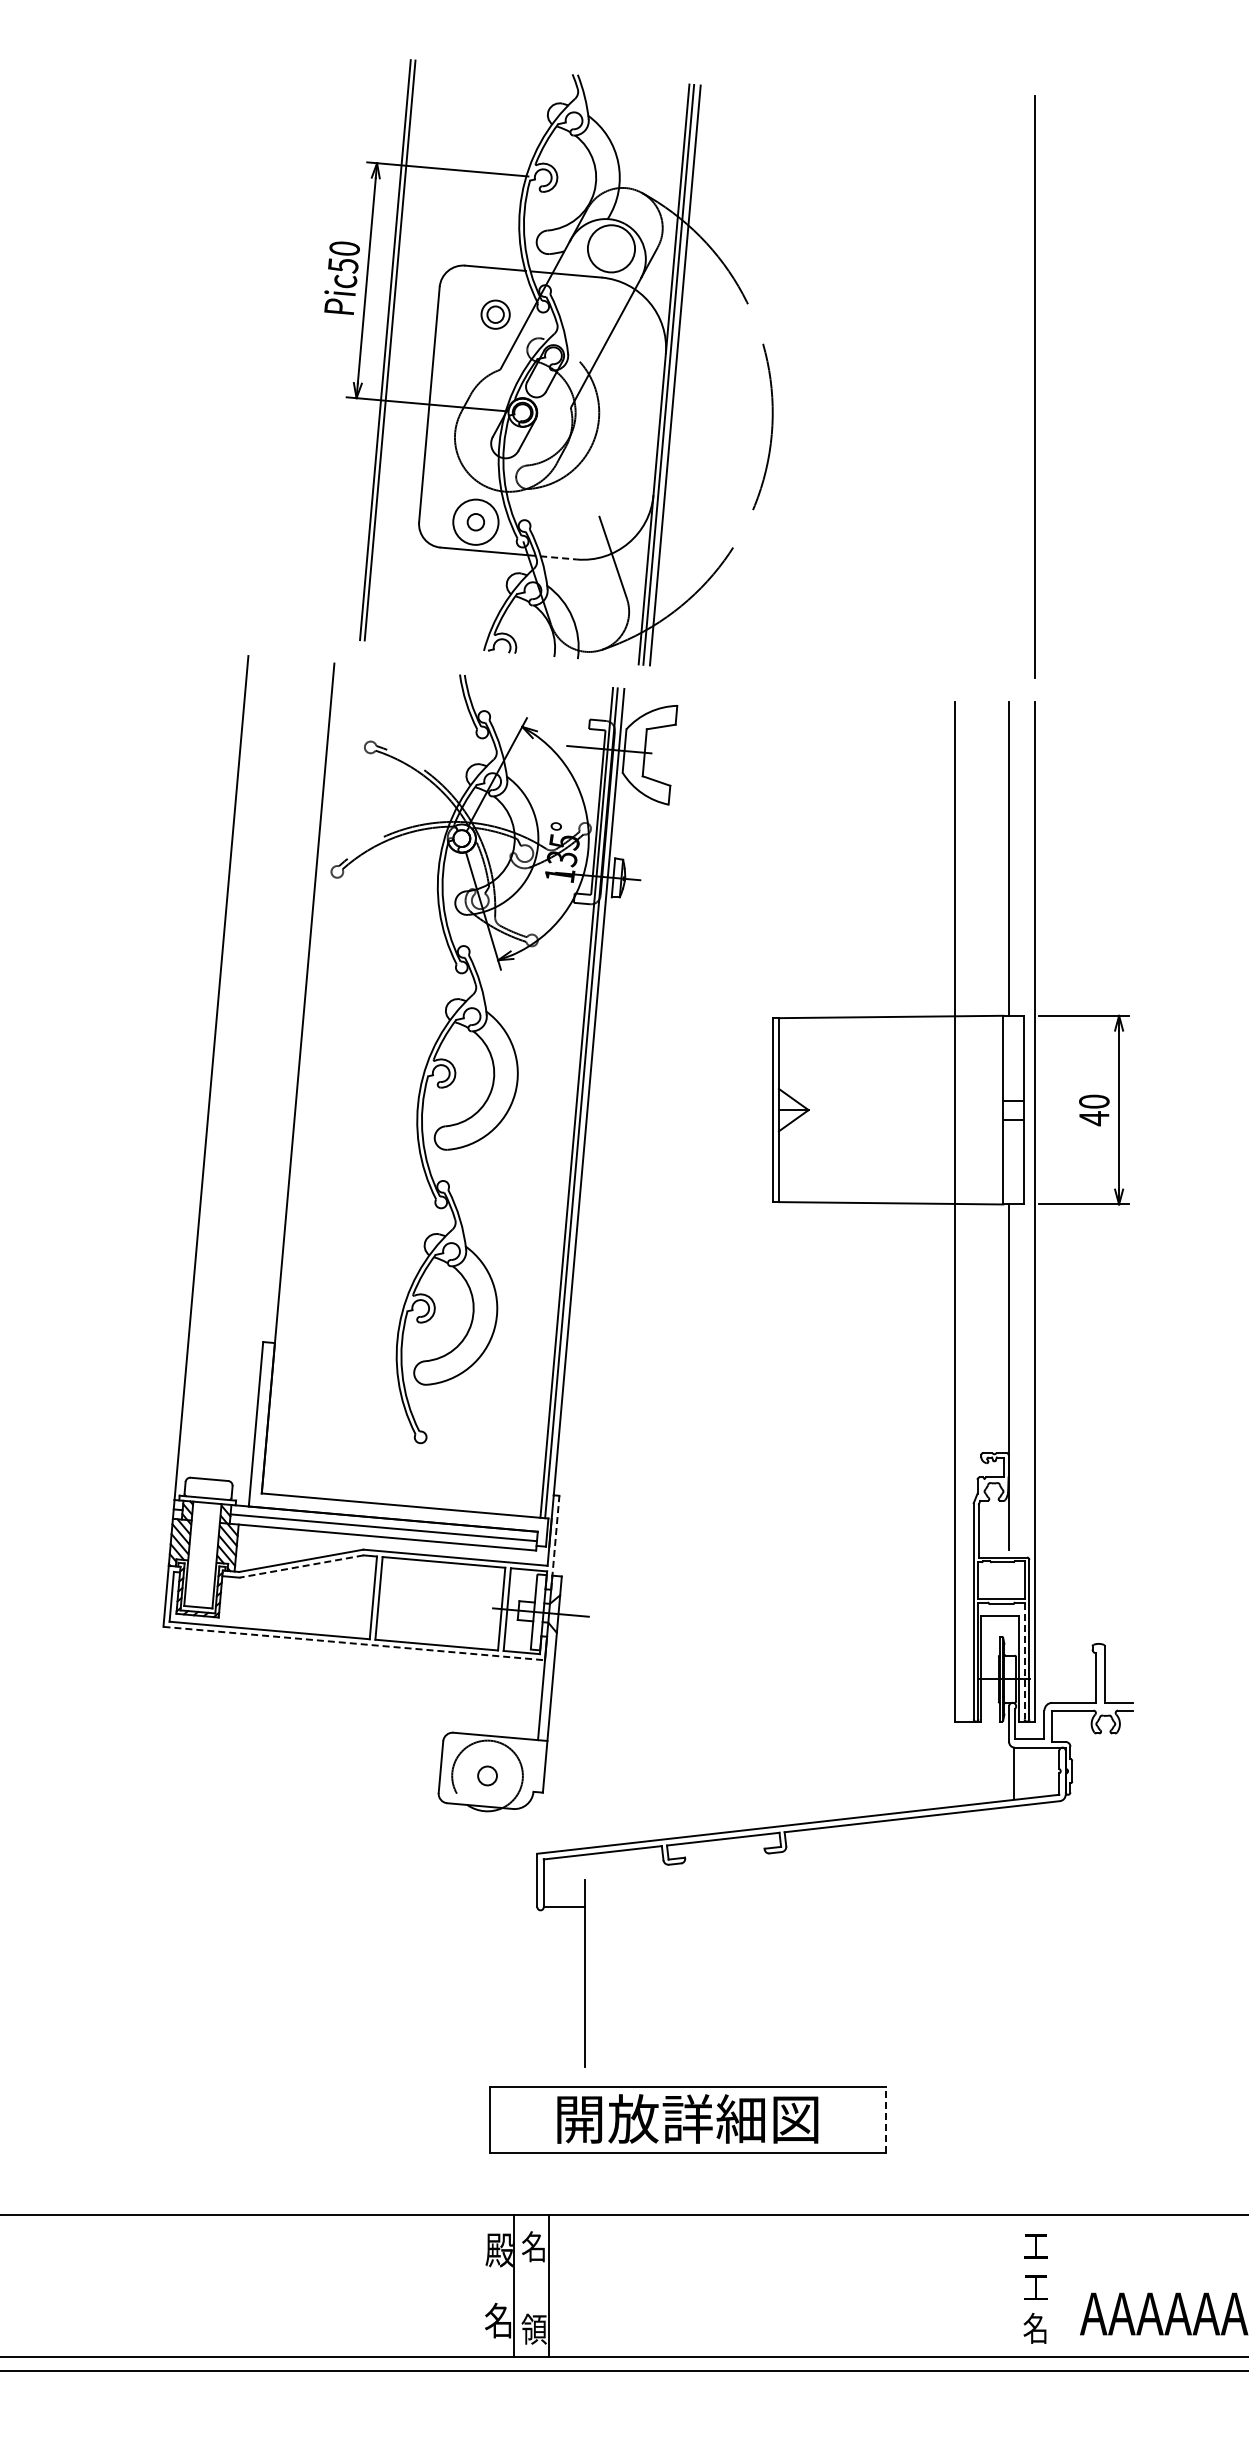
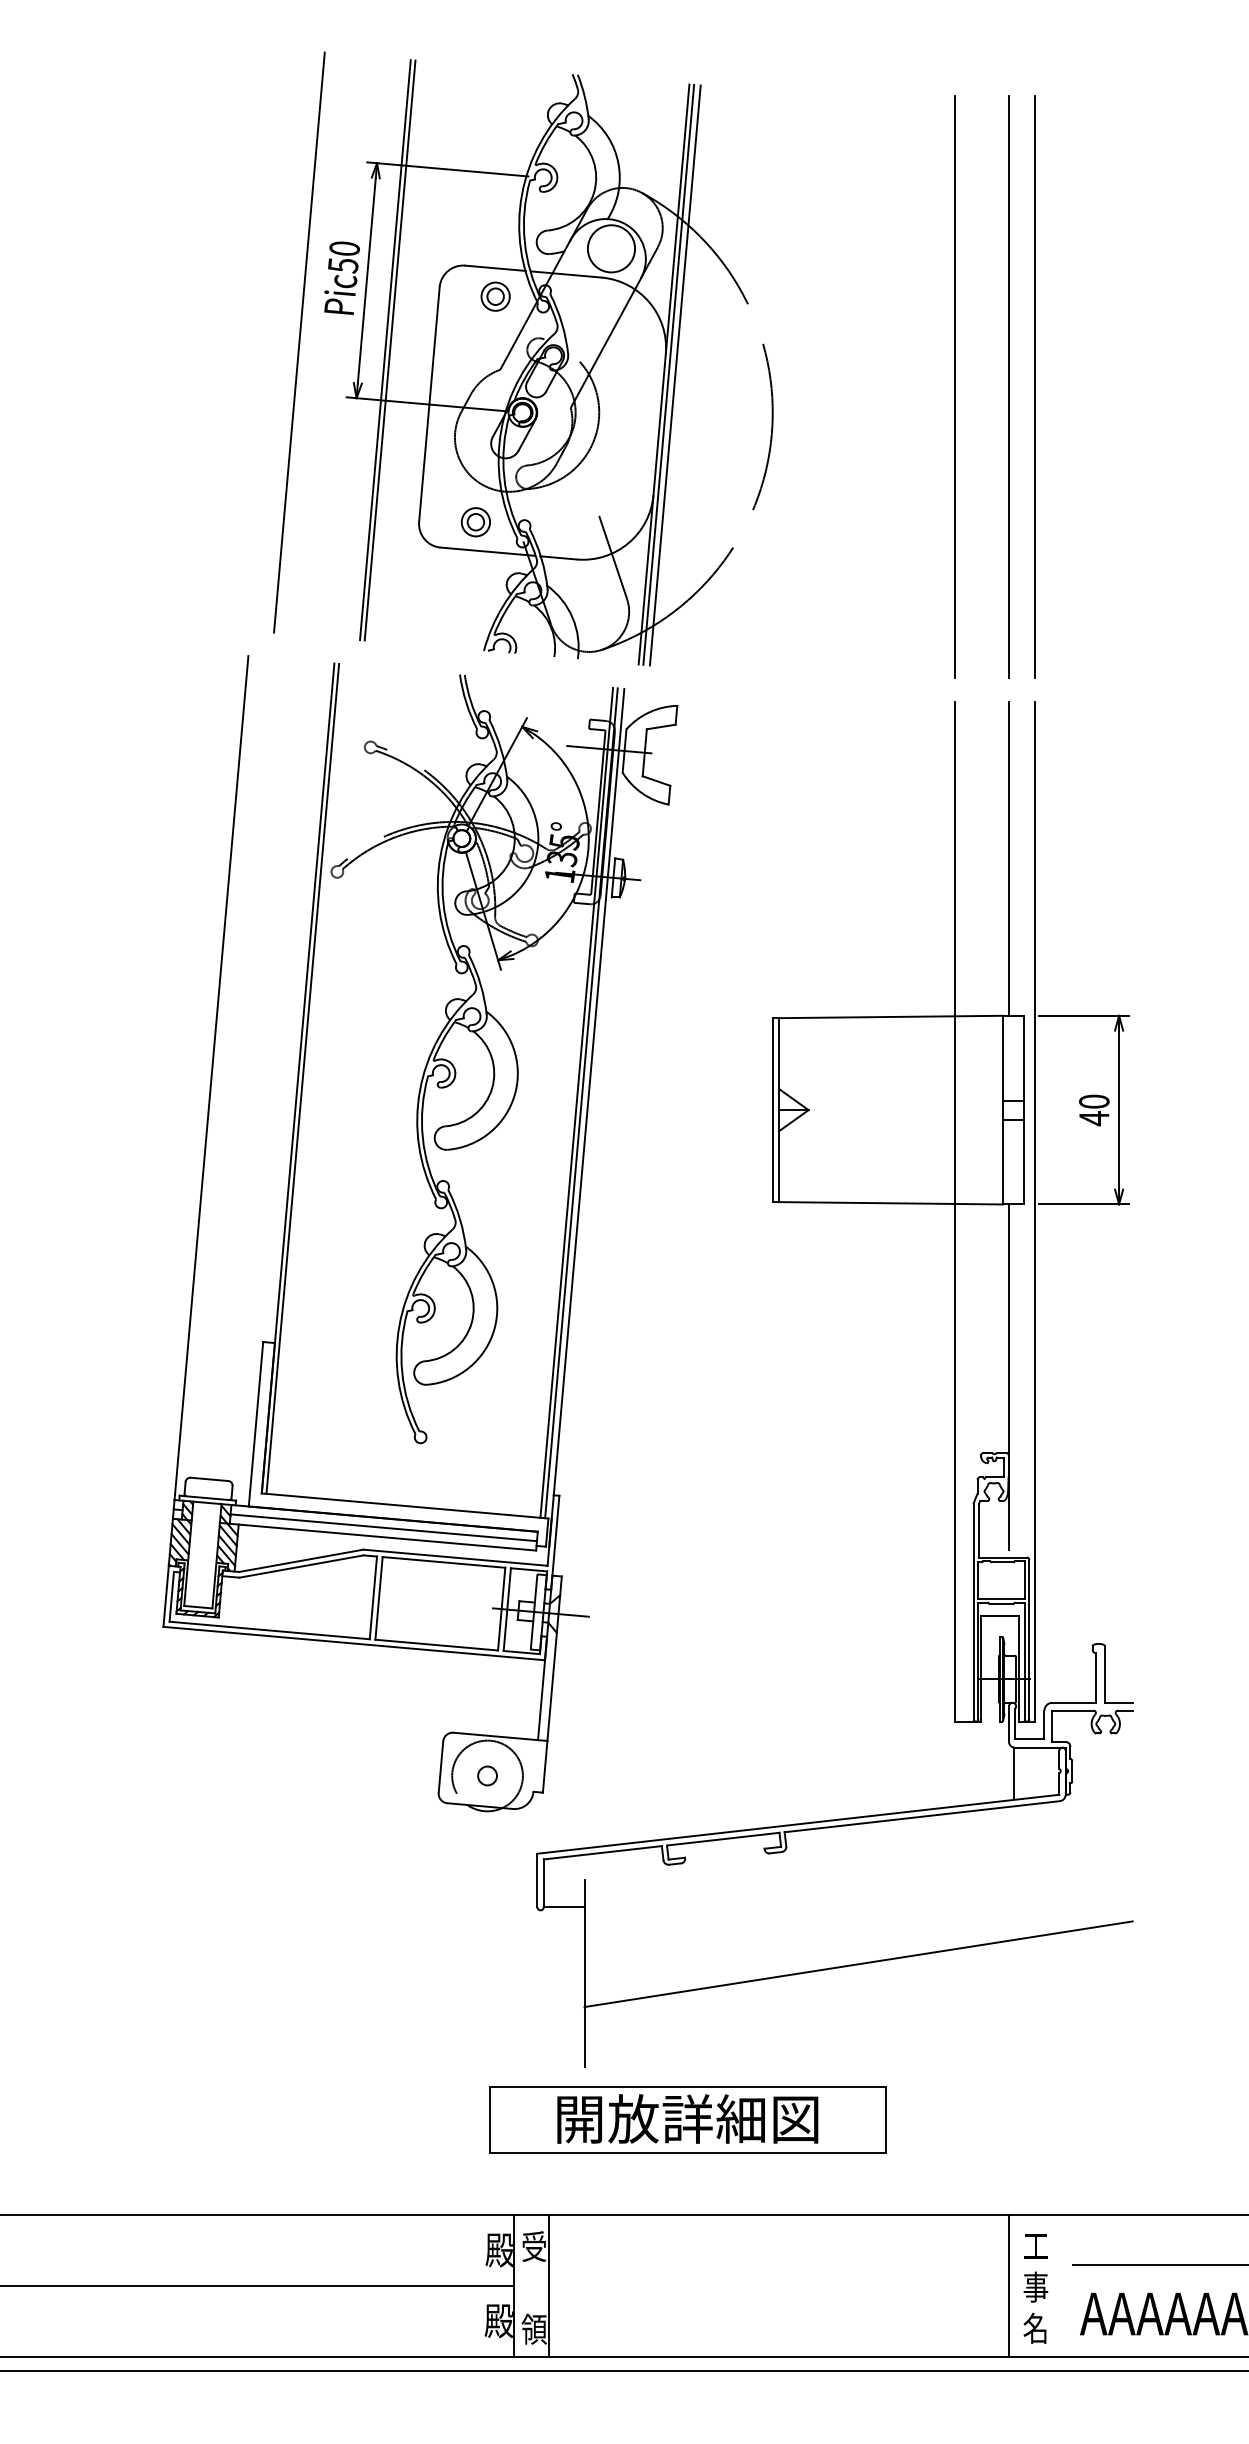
part at (495, 314) position: (495, 314) -> (495, 296)
line at (299, 342): none -> present
line at (954, 386): none -> present
line at (1008, 386): none -> present
circle at (475, 521) diameter: 45 px -> 28 px
line at (559, 557): dashed -> solid
line at (302, 1078): none -> present
line at (555, 1542): dashed -> solid
line at (301, 1566): dashed -> solid
line at (354, 1643): dashed -> solid
line at (1024, 1661): dashed -> solid
line at (858, 1964): none -> present
line at (885, 2119): dashed -> solid
text at (533, 2246): 名 -> 受
line at (1158, 2264): none -> present
line at (257, 2285): none -> present
line at (1008, 2285): none -> present
text at (1035, 2286): 工 -> 事
text at (498, 2320): 名 -> 殿
